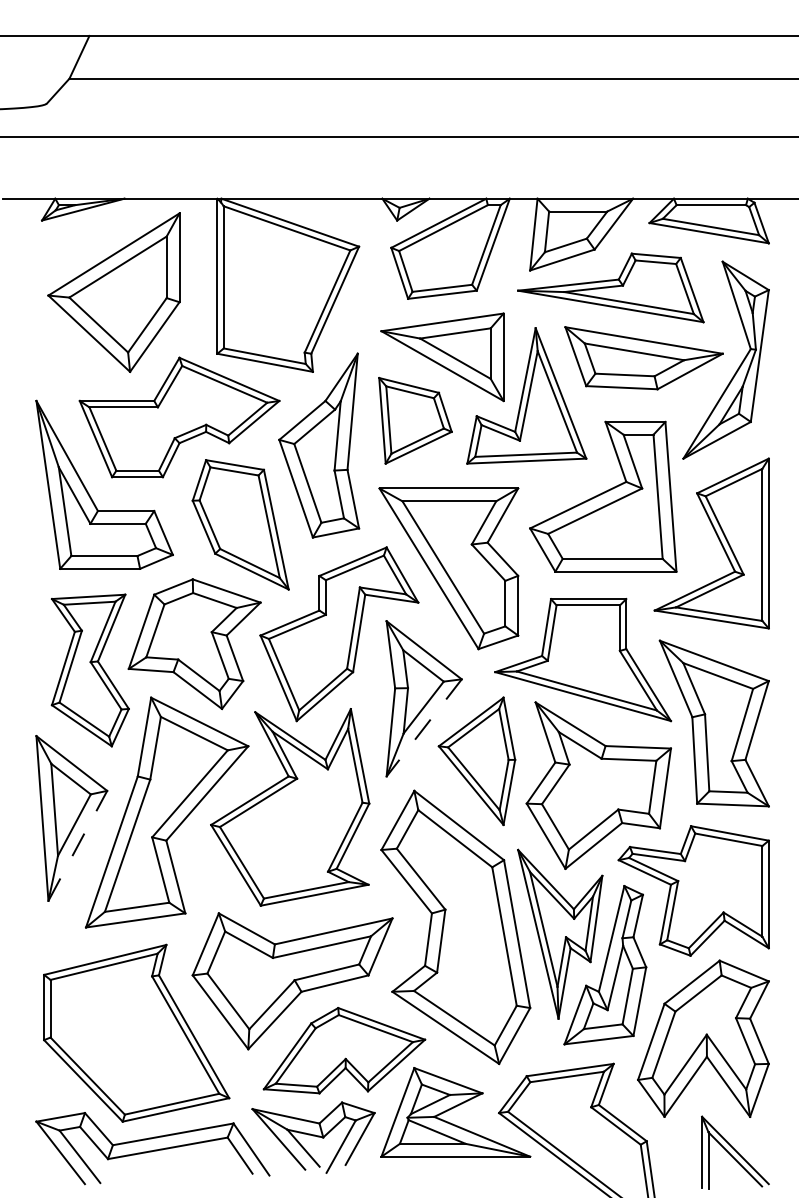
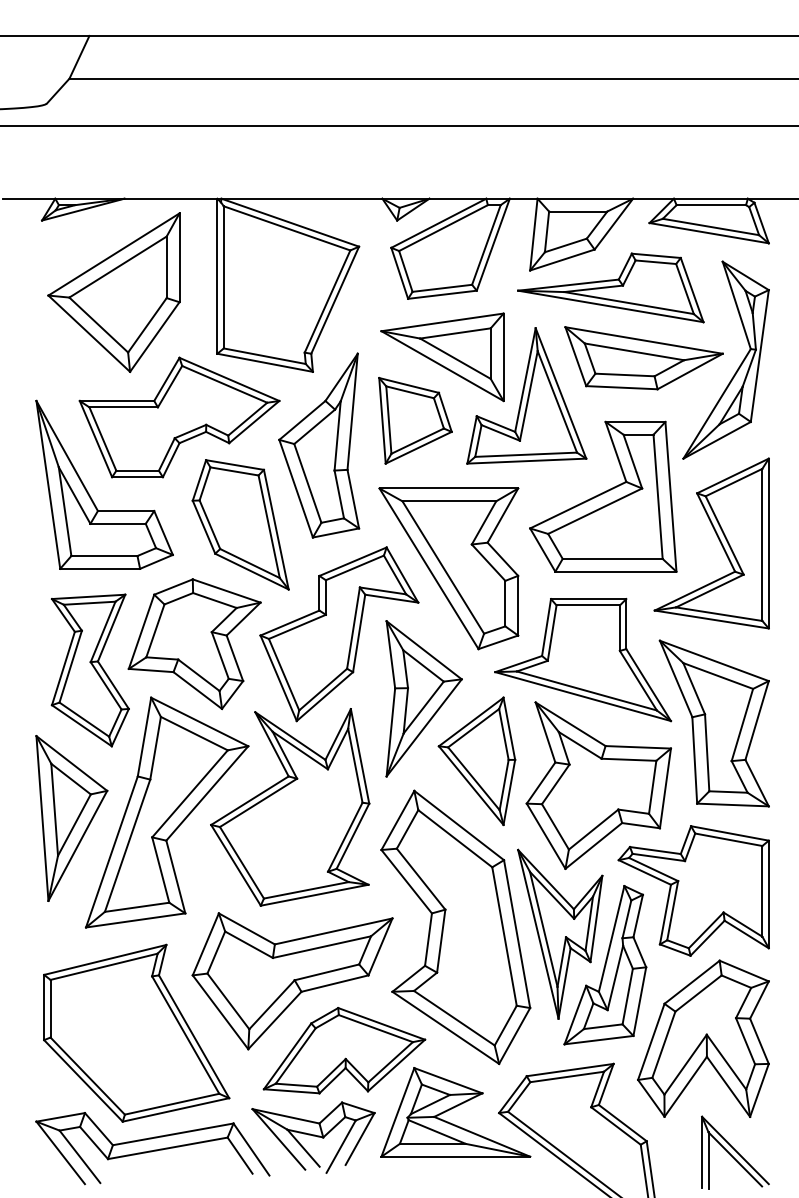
line at (398, 137) position: (398, 137) -> (398, 126)
line at (423, 728): dashed -> solid
line at (78, 845): dashed -> solid
